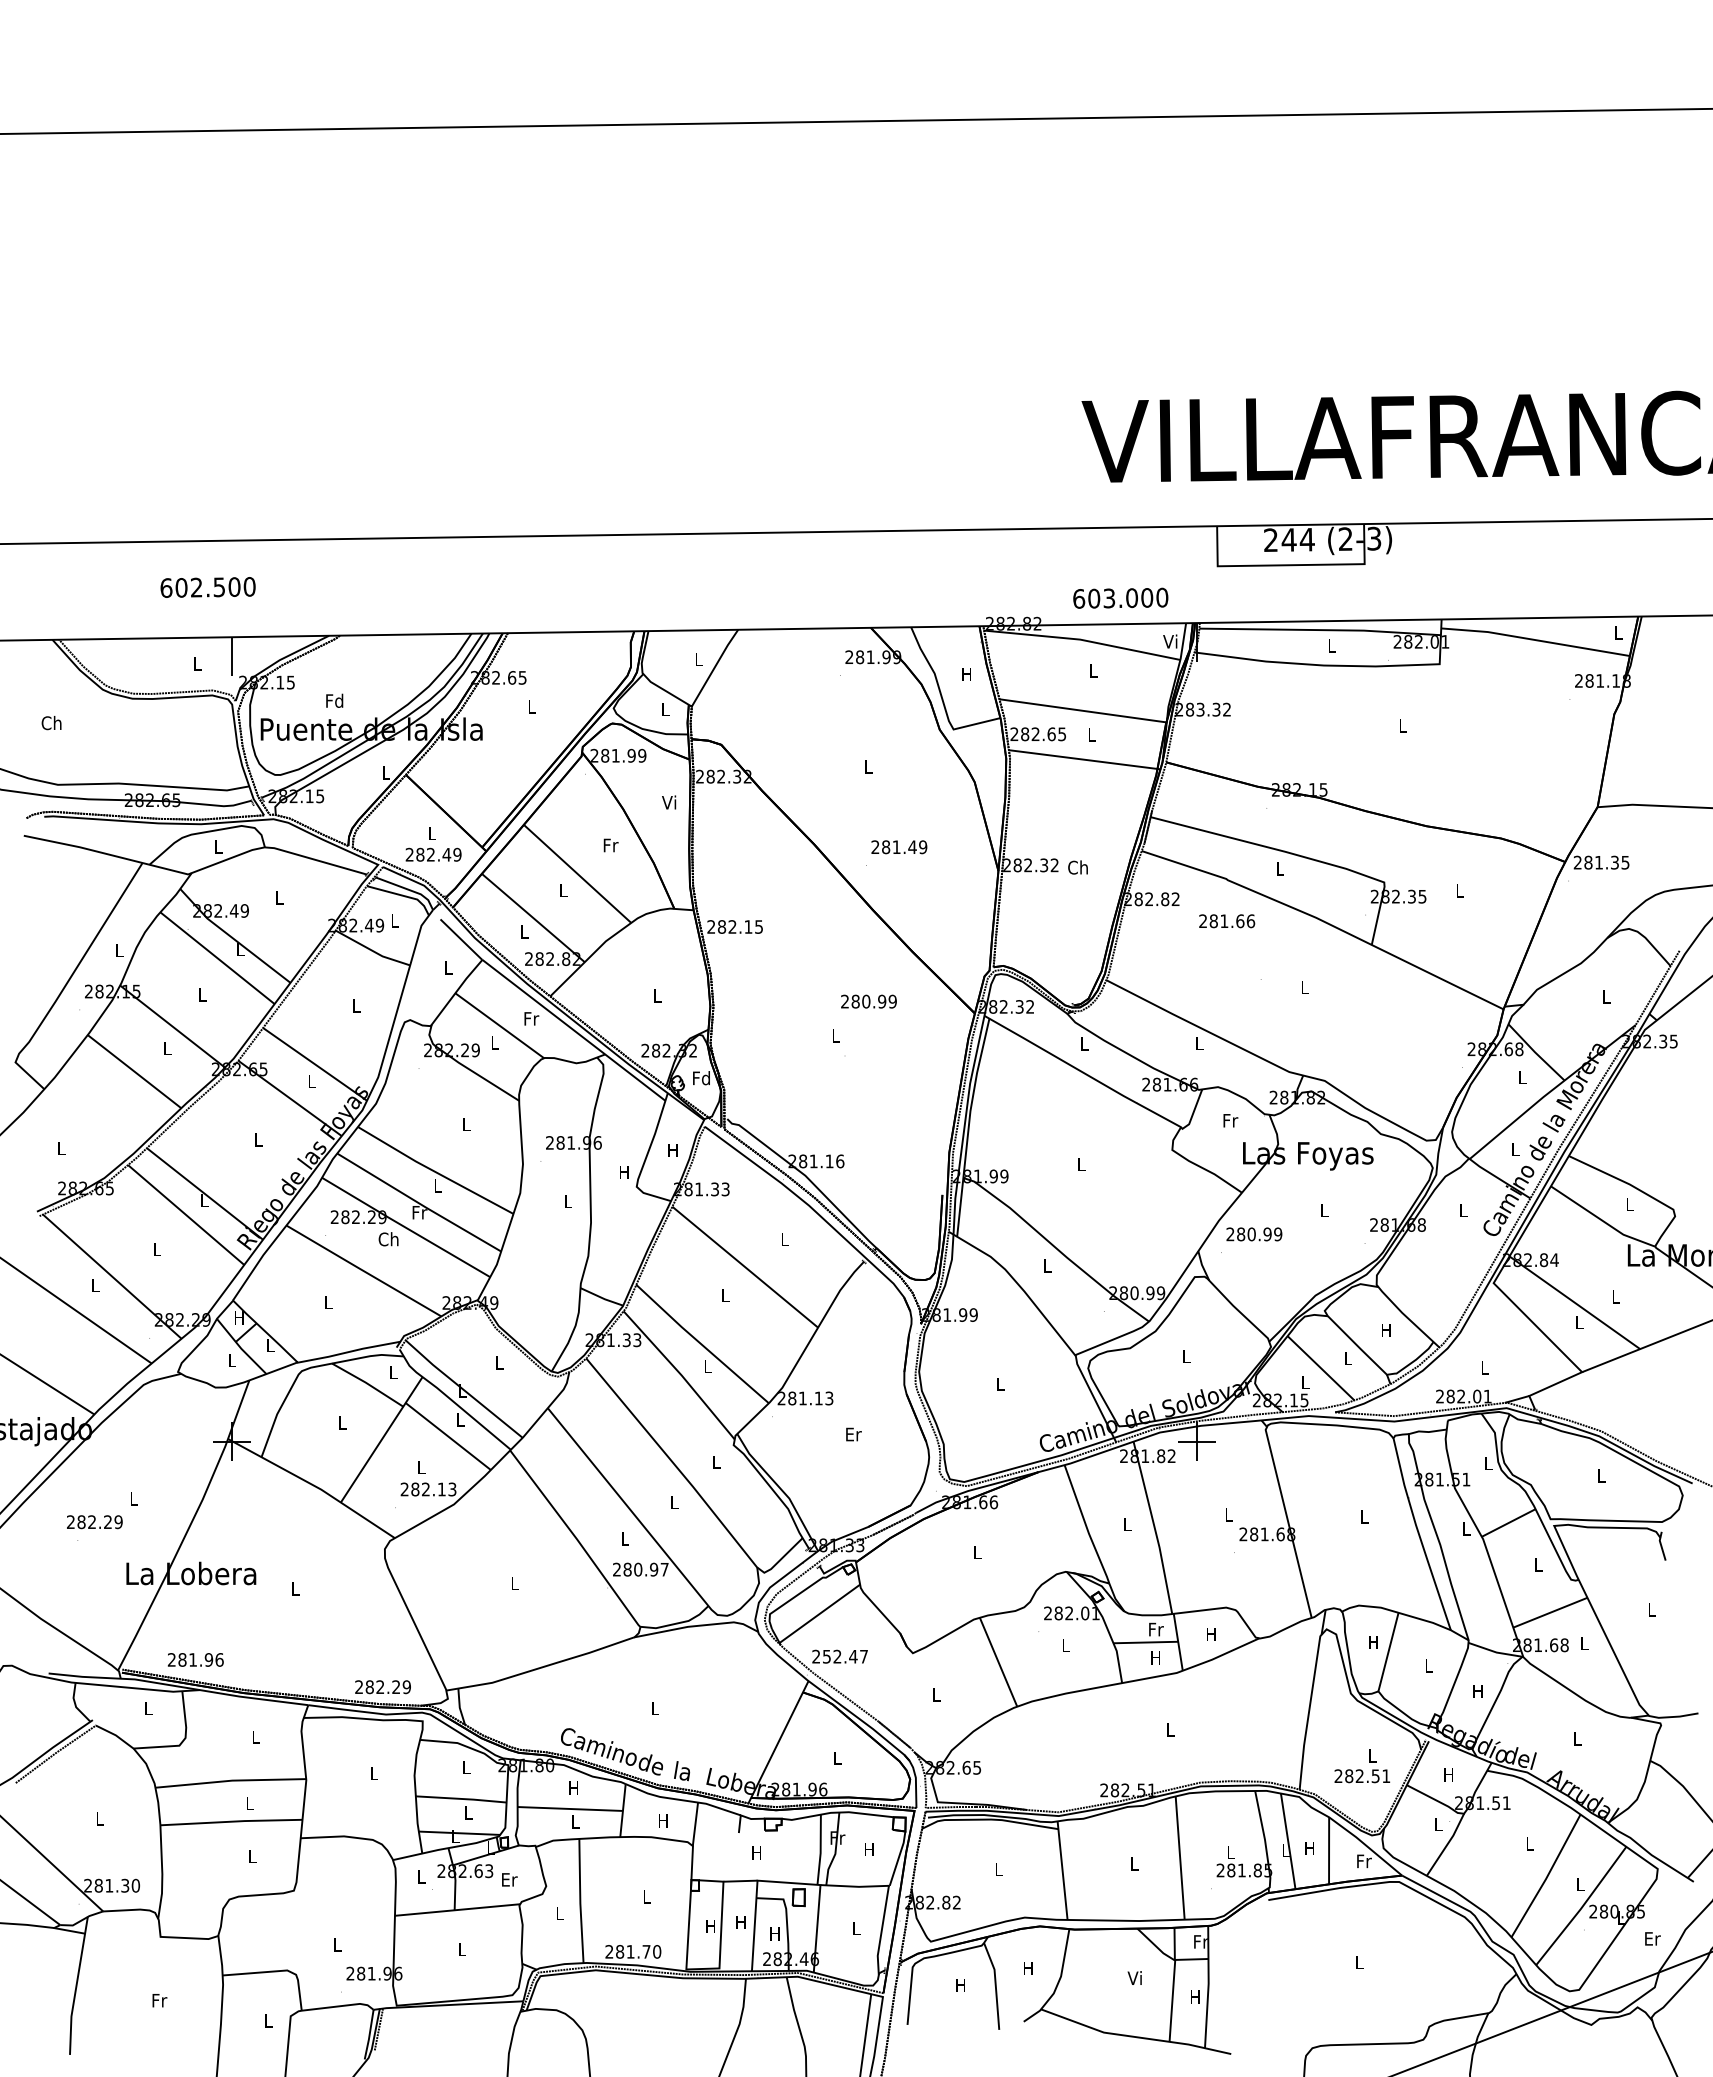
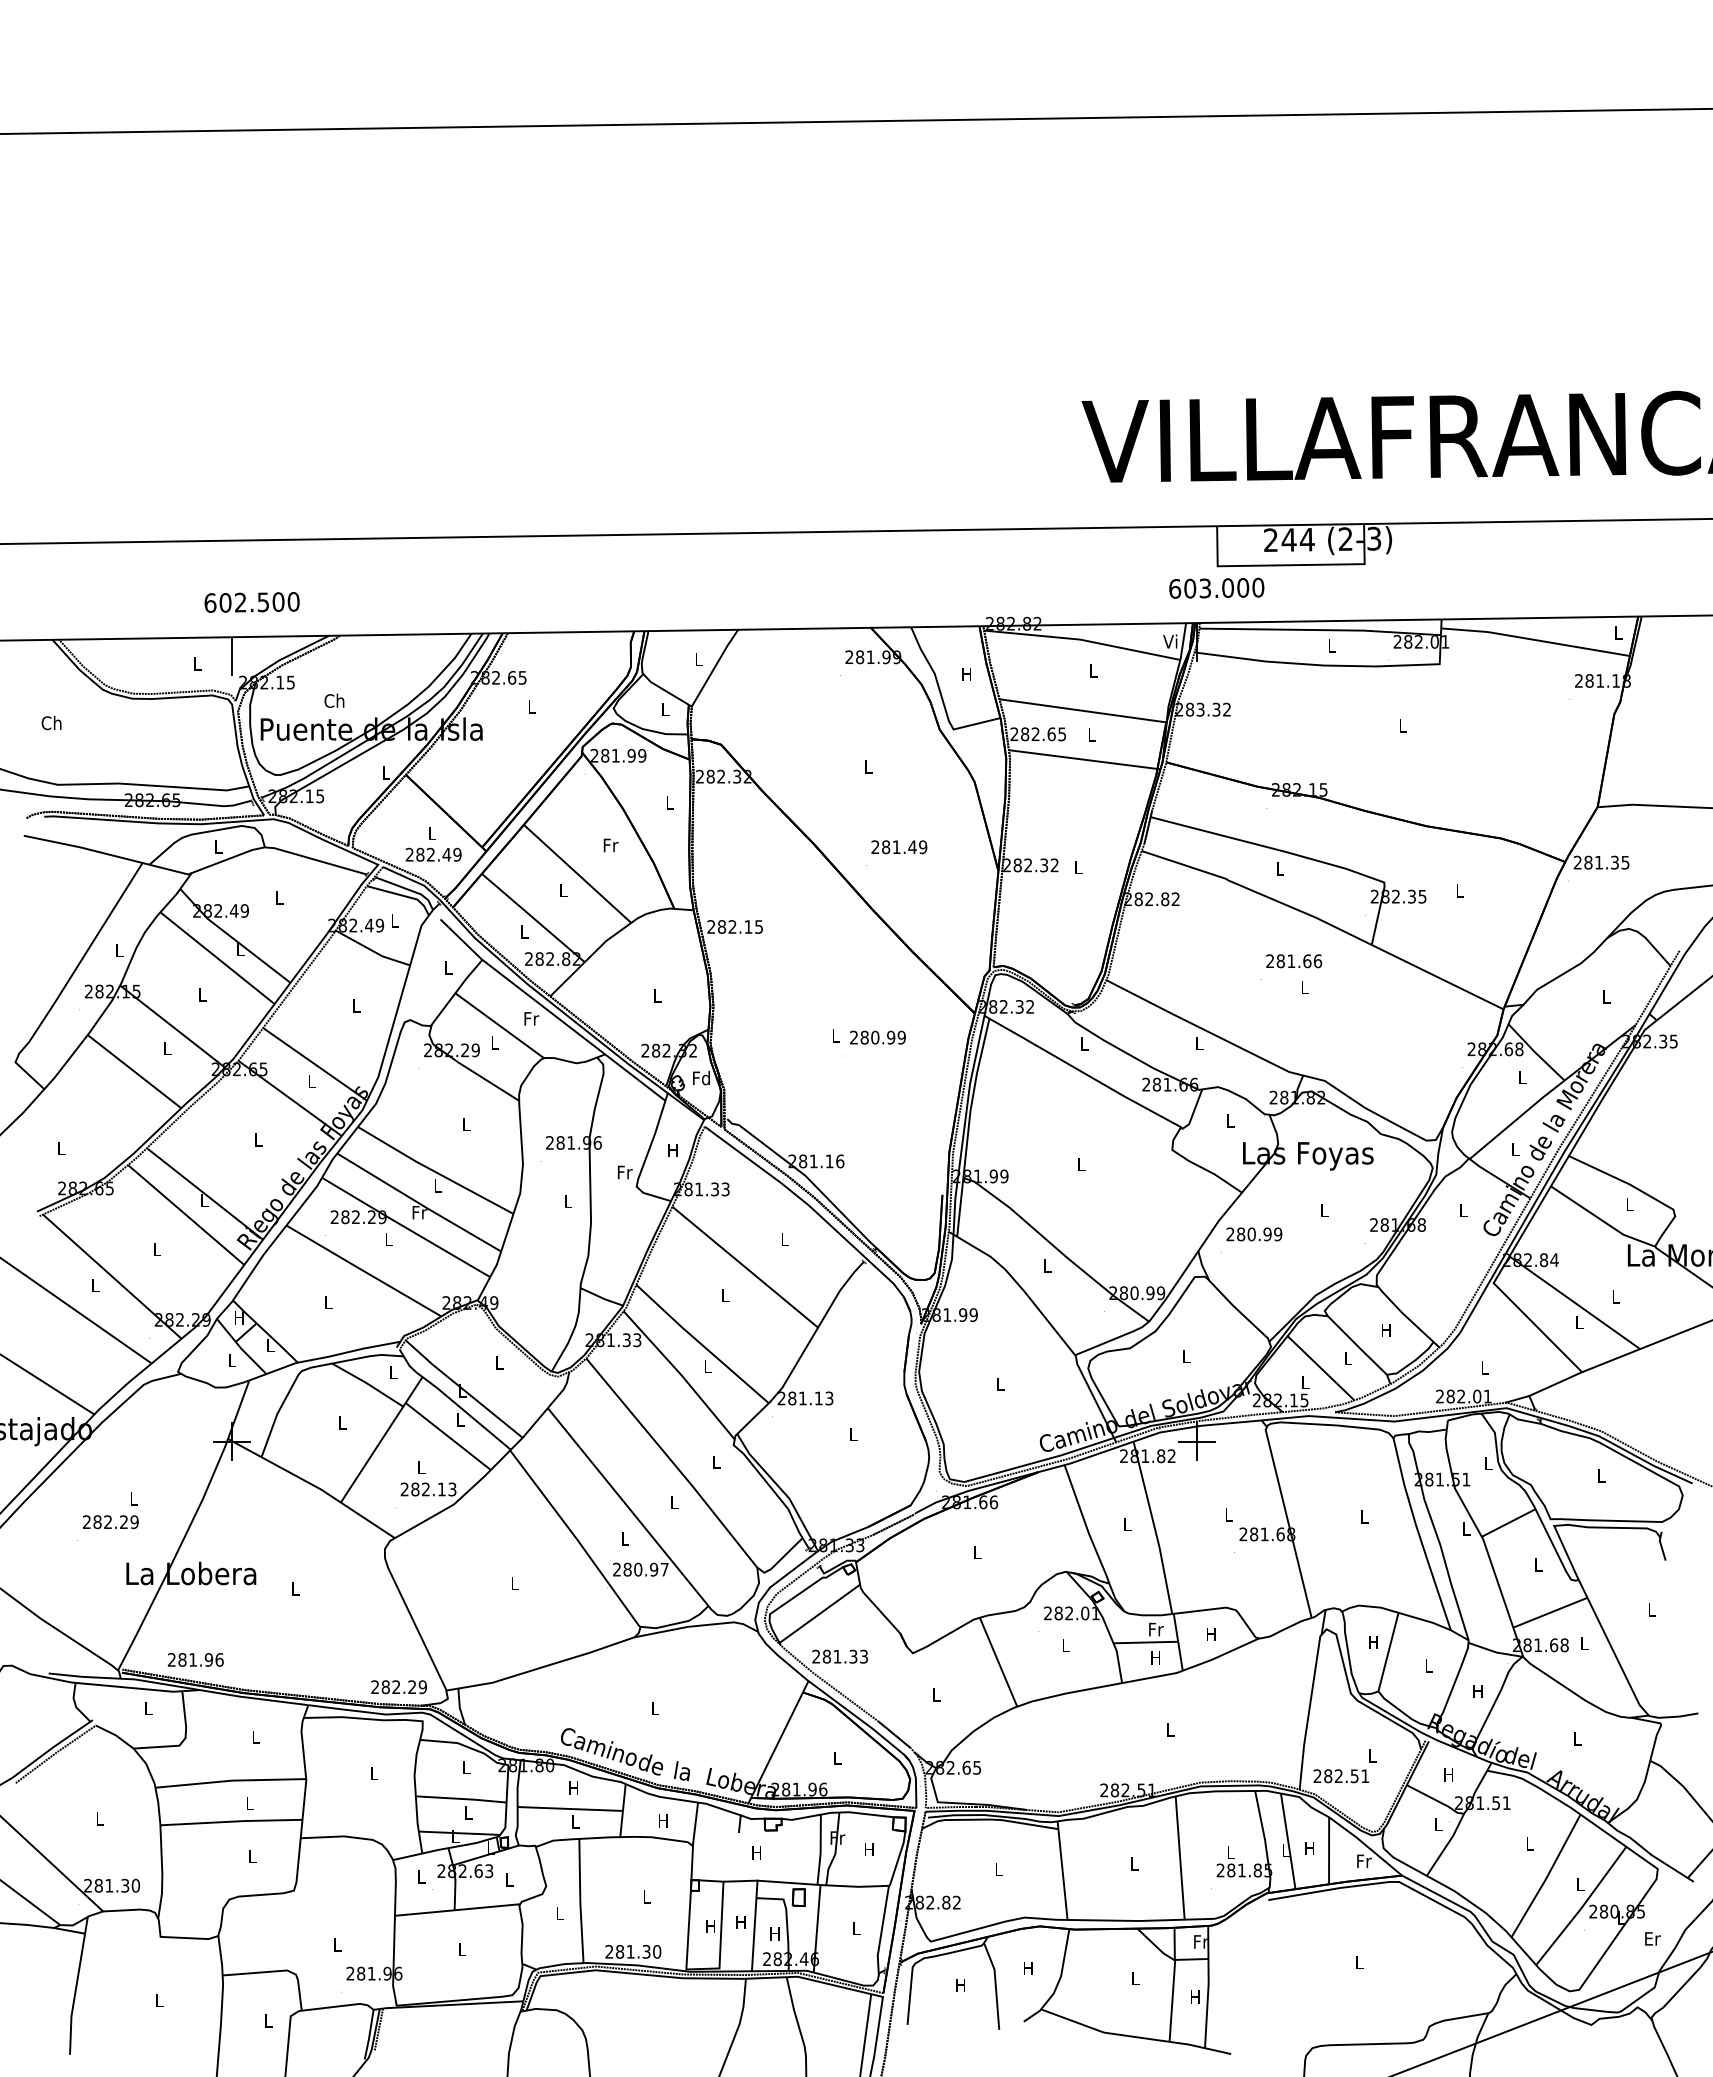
text at (207, 587) position: (207, 587) -> (251, 602)
text at (1120, 597) position: (1120, 597) -> (1216, 587)
text at (334, 700): Fd -> Ch
text at (669, 802): Vi -> L
text at (1077, 867): Ch -> L
text at (1227, 921) position: (1227, 921) -> (1294, 961)
text at (868, 1001) position: (868, 1001) -> (877, 1037)
text at (1230, 1120): Fr -> L
text at (624, 1172): H -> Fr
text at (388, 1239): Ch -> L
text at (853, 1434): Er -> L
text at (94, 1522) position: (94, 1522) -> (110, 1522)
text at (844, 1656): 252.47 -> 281.33
text at (382, 1687) position: (382, 1687) -> (398, 1687)
text at (1362, 1776) position: (1362, 1776) -> (1341, 1776)
text at (509, 1879): Er -> L
text at (646, 1951): 281.70 -> 281.30
text at (1134, 1977): Vi -> L
text at (159, 2000): Fr -> L
